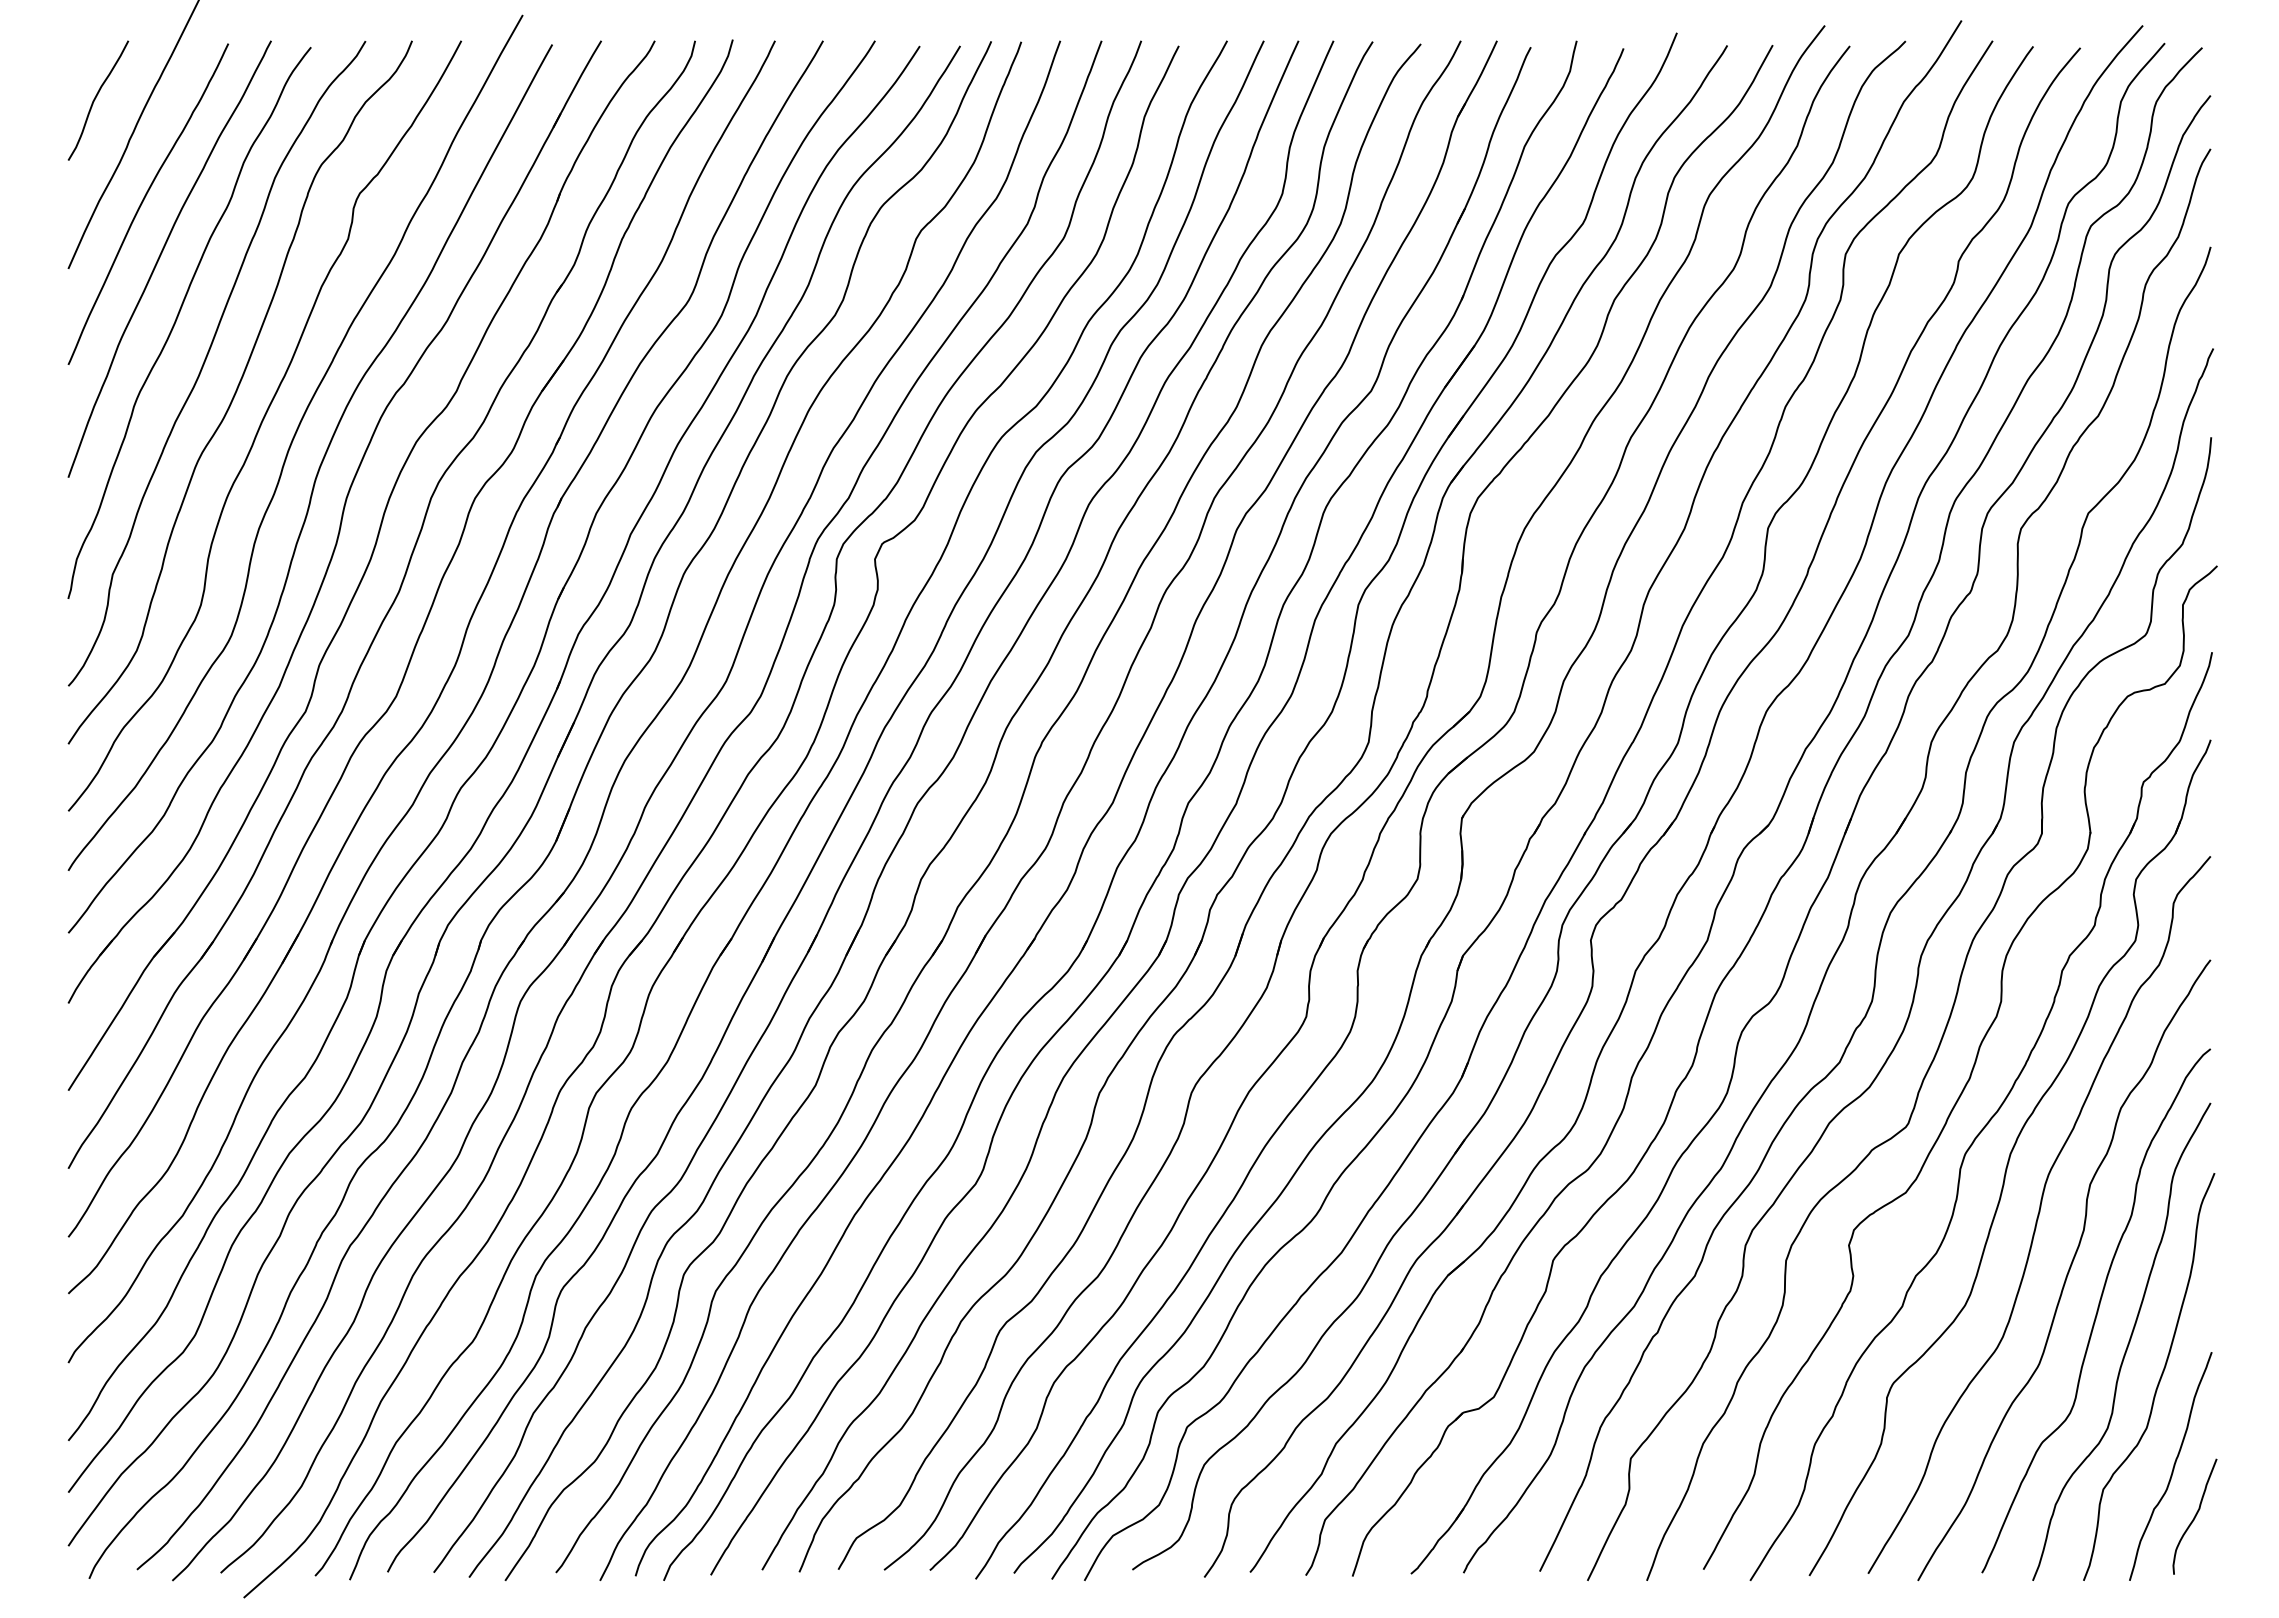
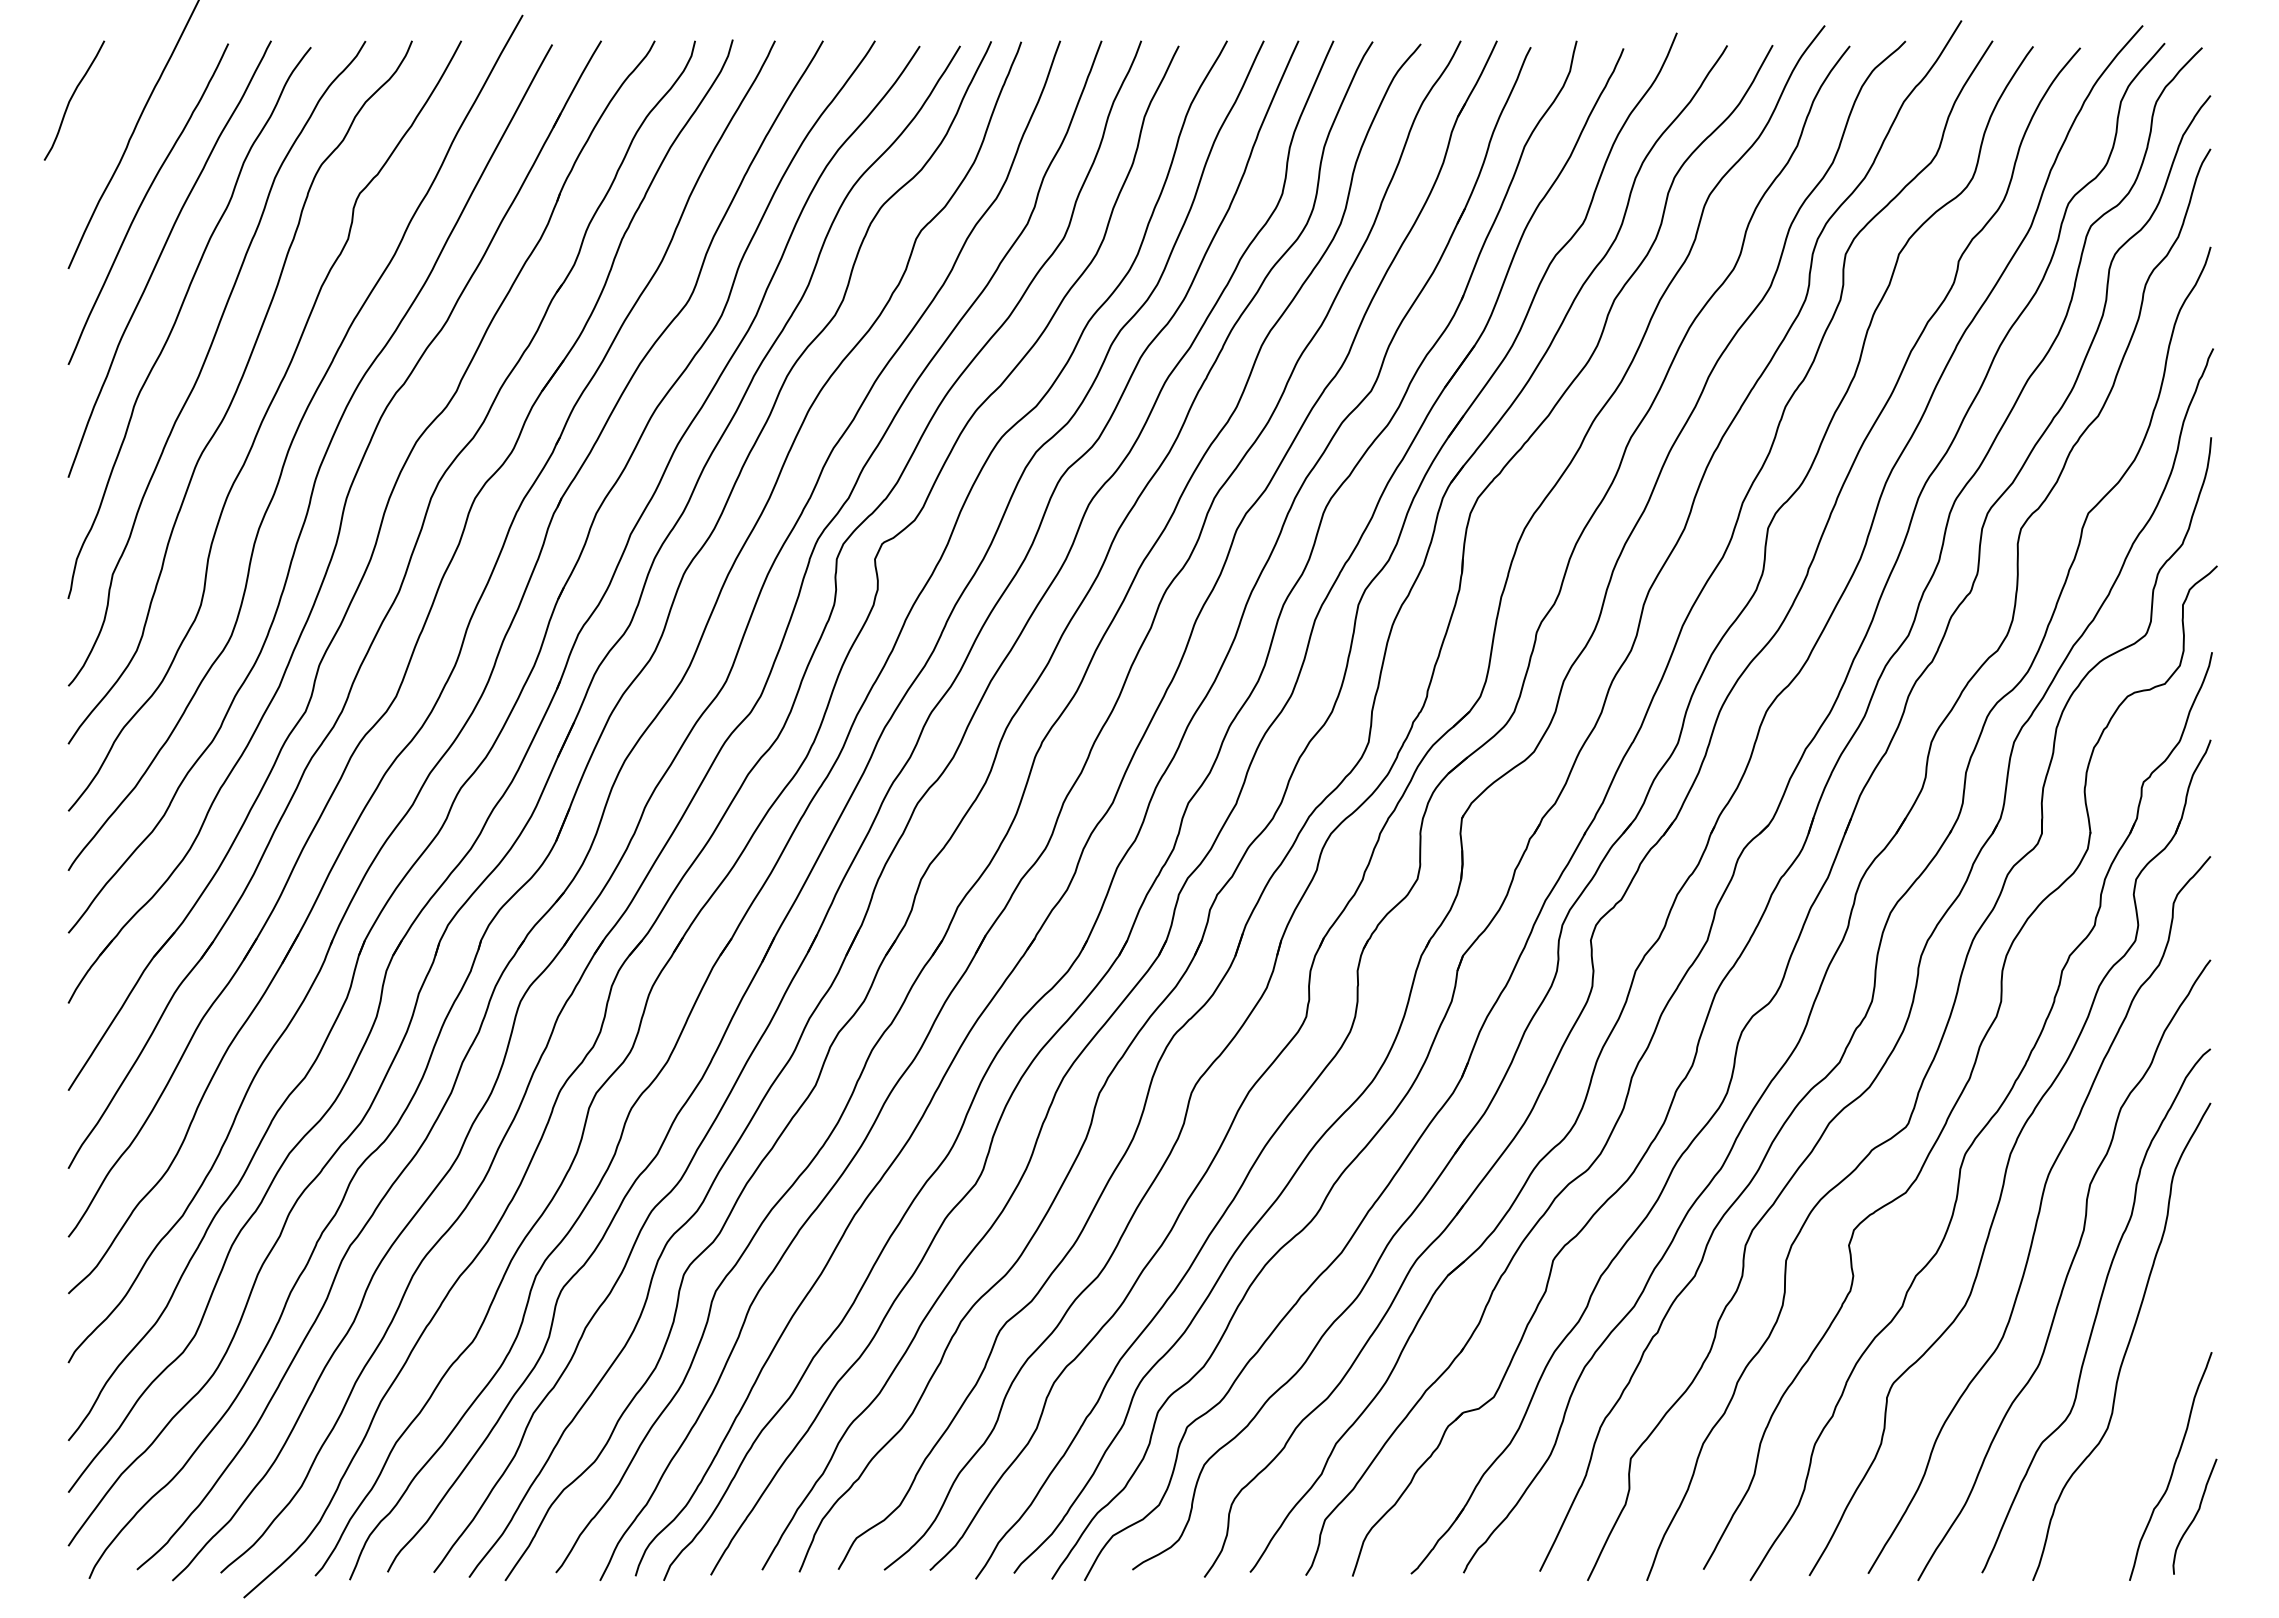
curve at (96, 98) position: (96, 98) -> (72, 98)
curve at (2159, 1378): present -> none
